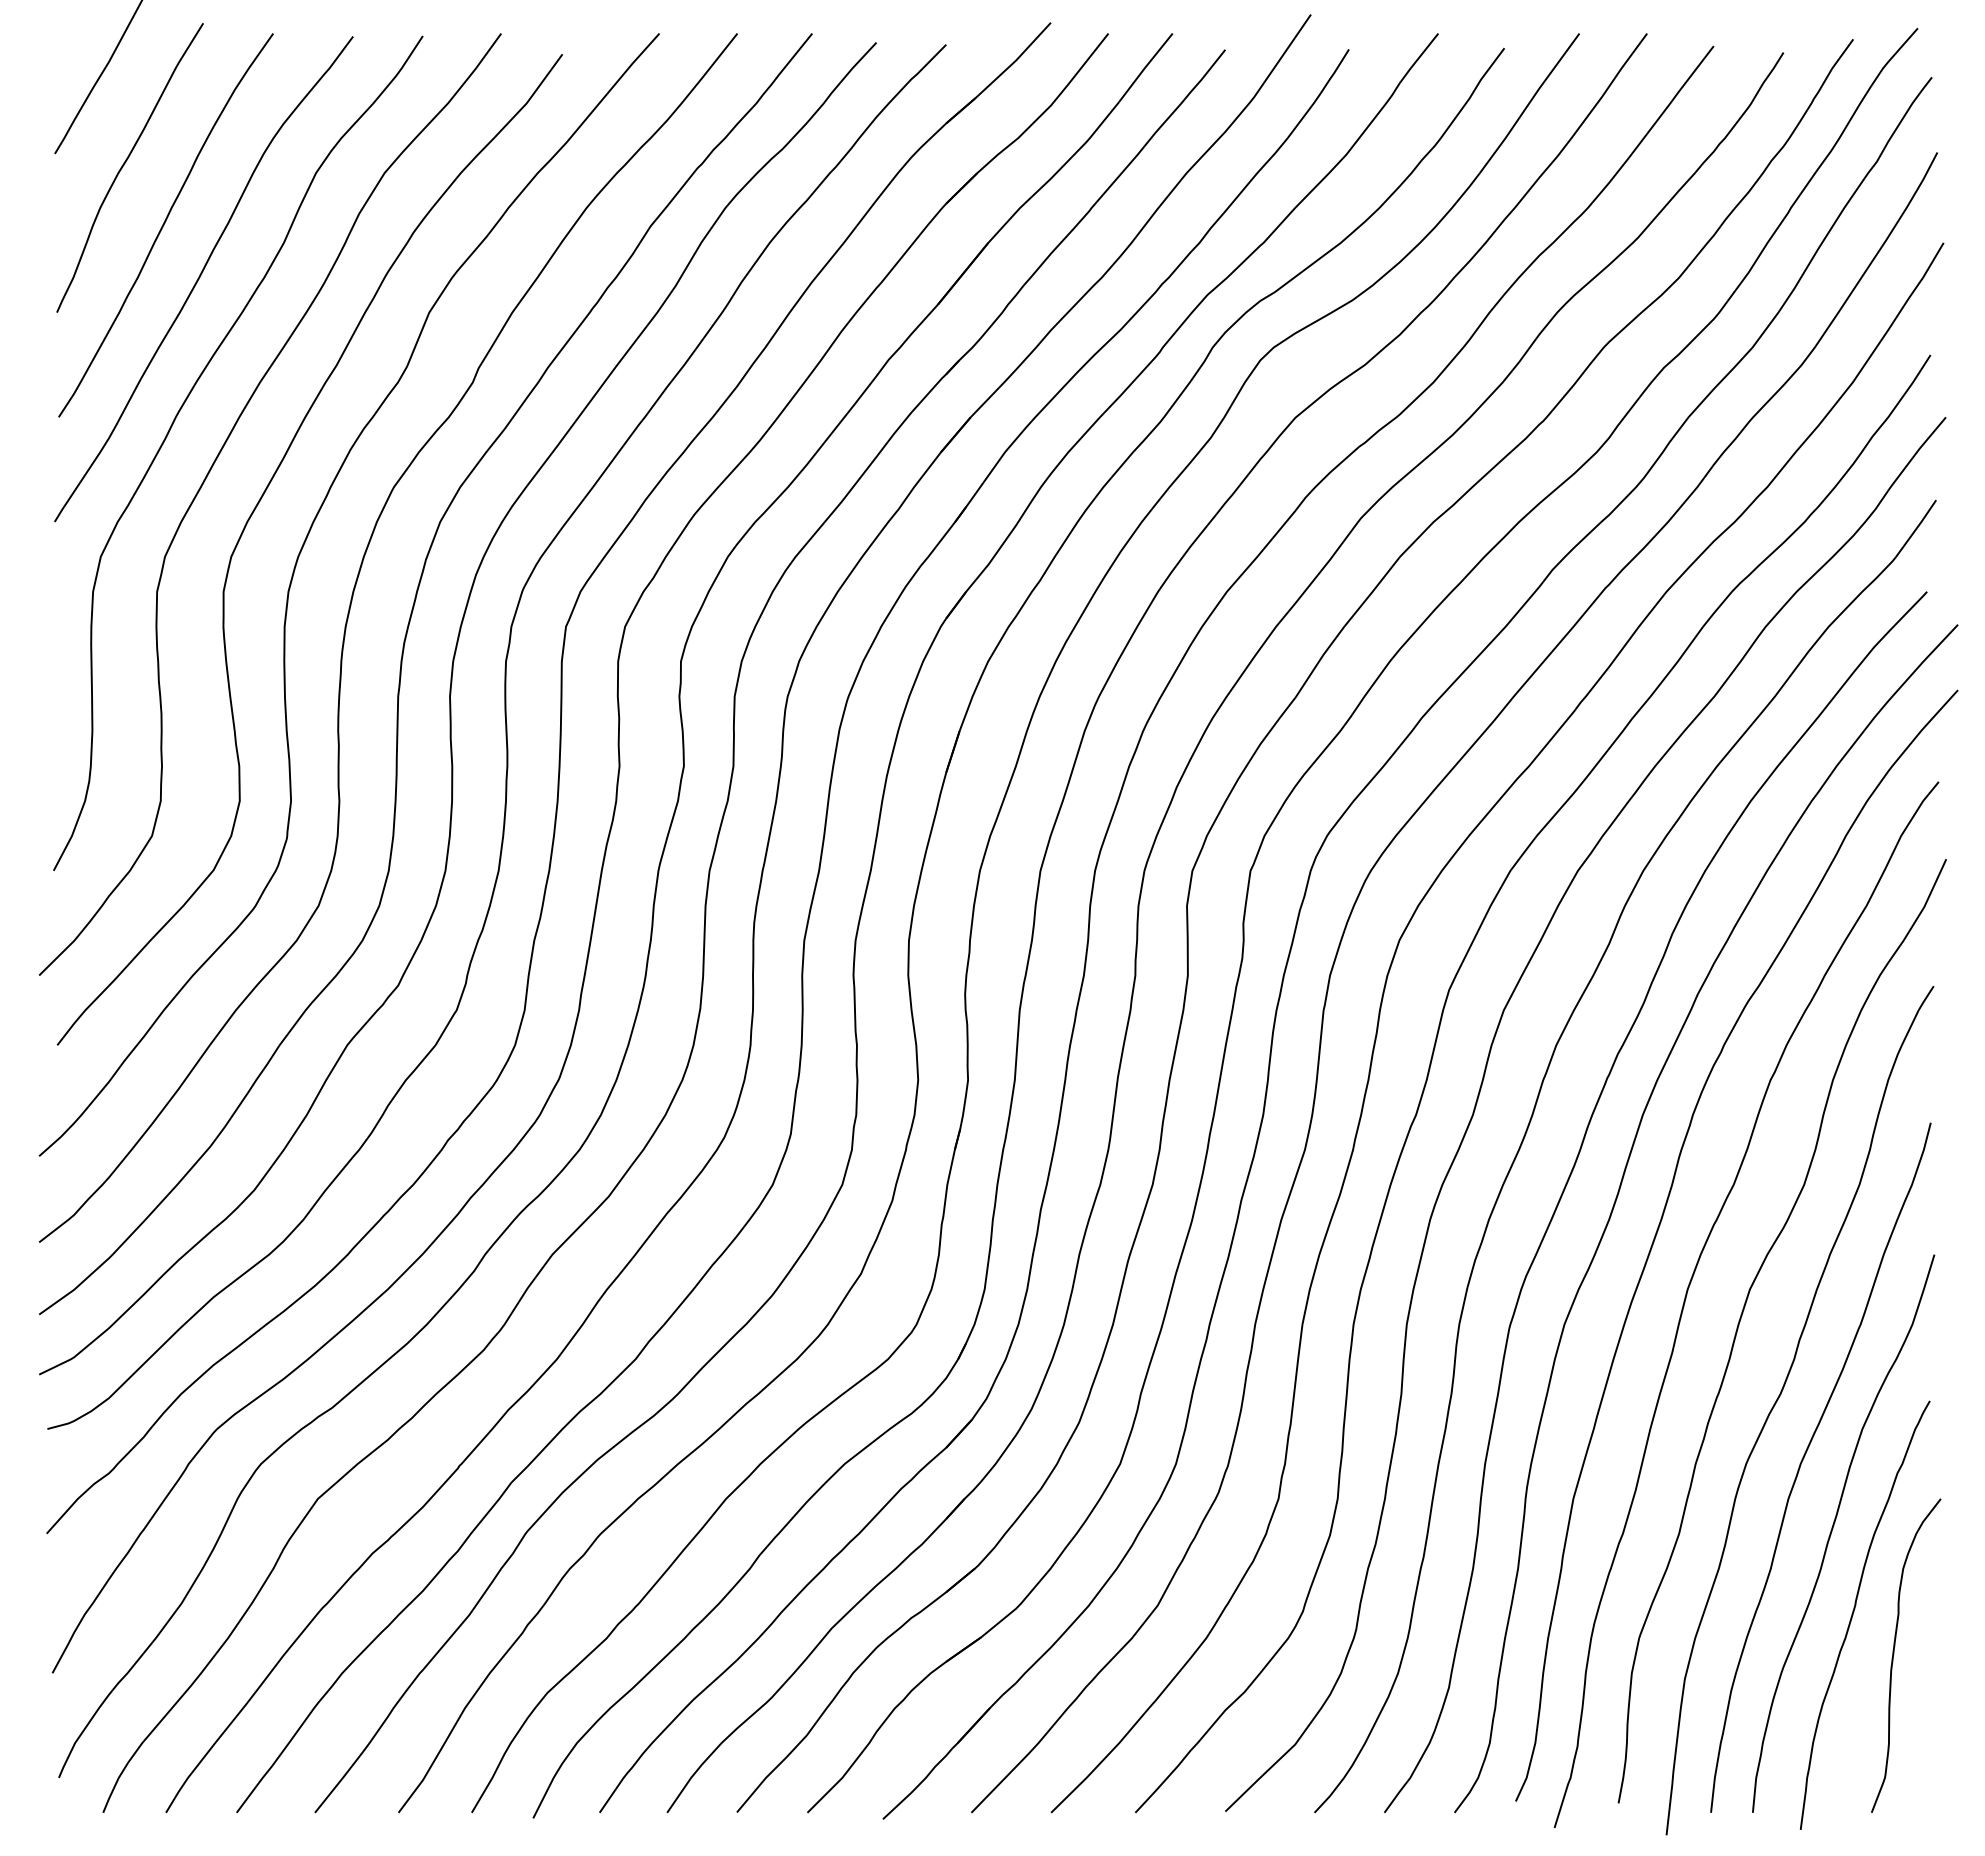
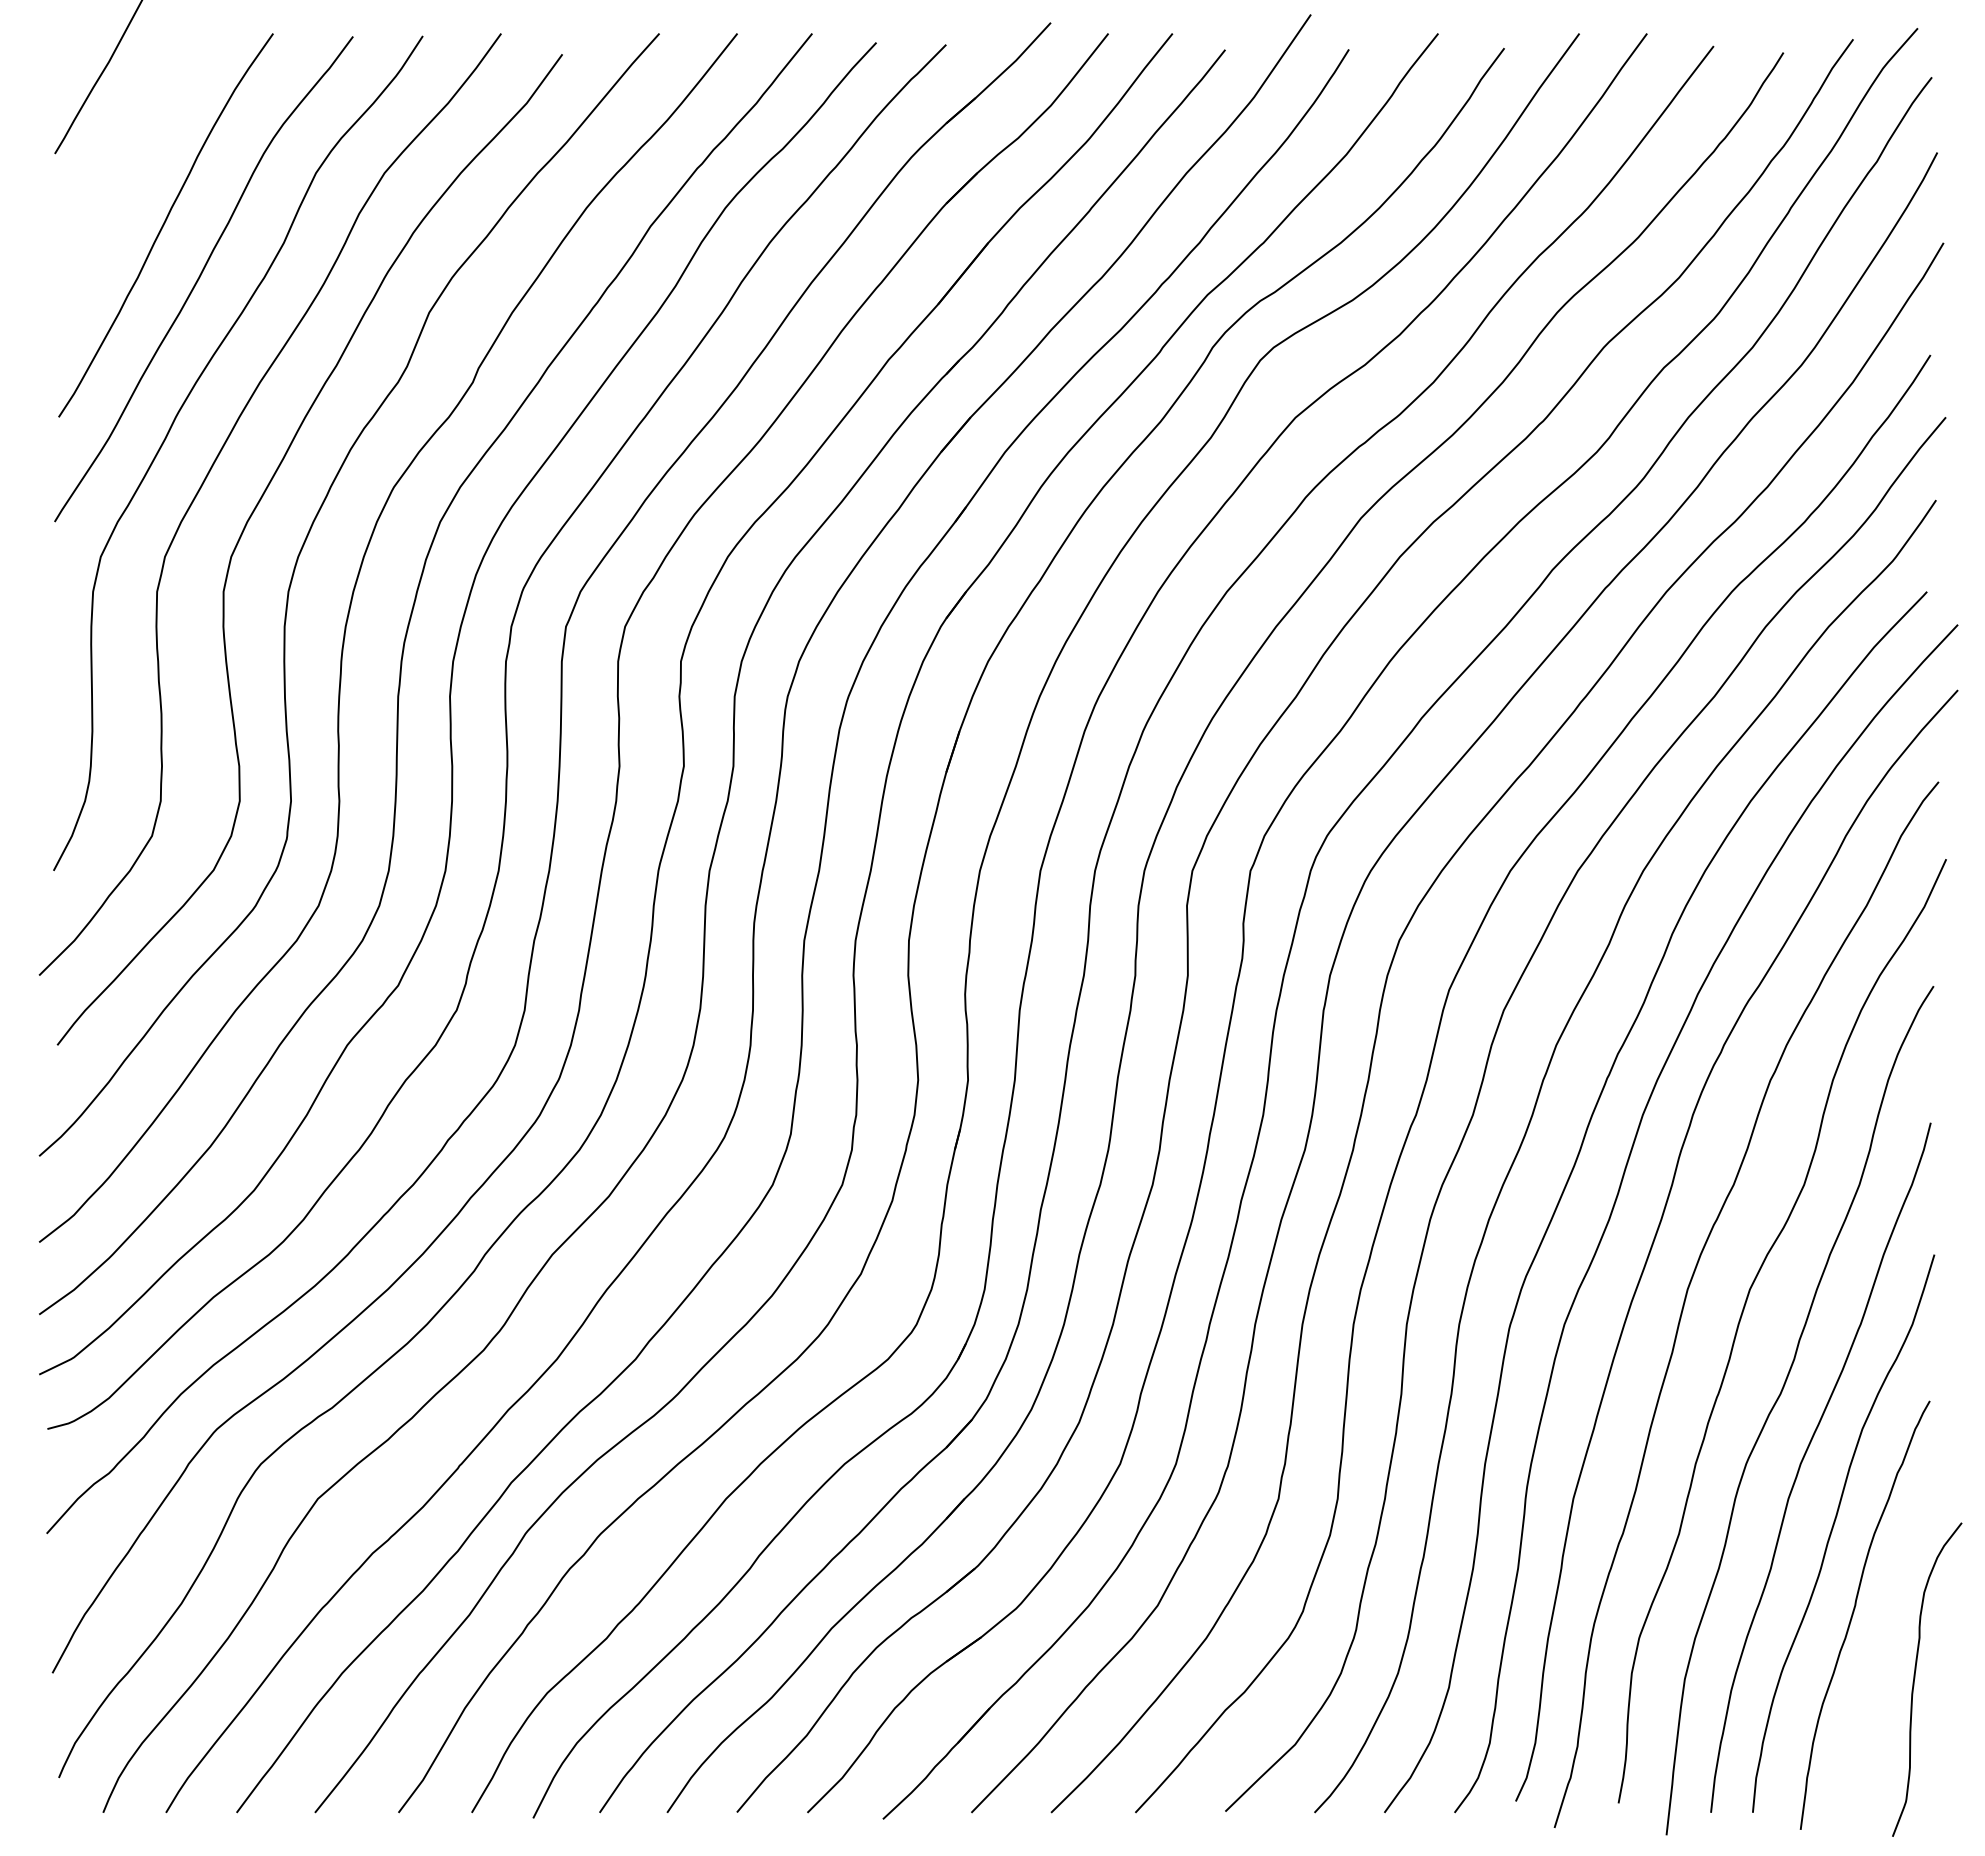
curve at (124, 165): present -> none
curve at (1894, 1654) position: (1894, 1654) -> (1915, 1678)
